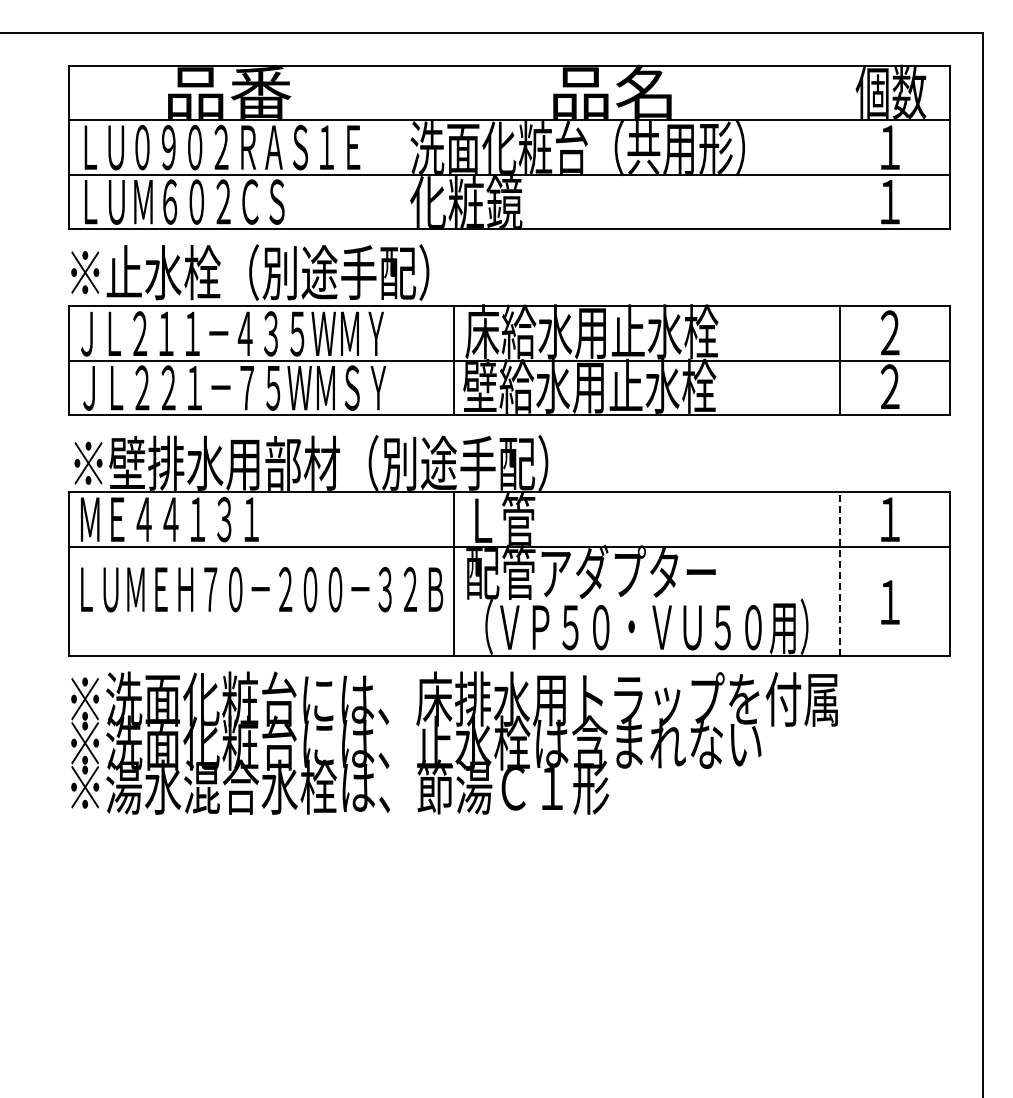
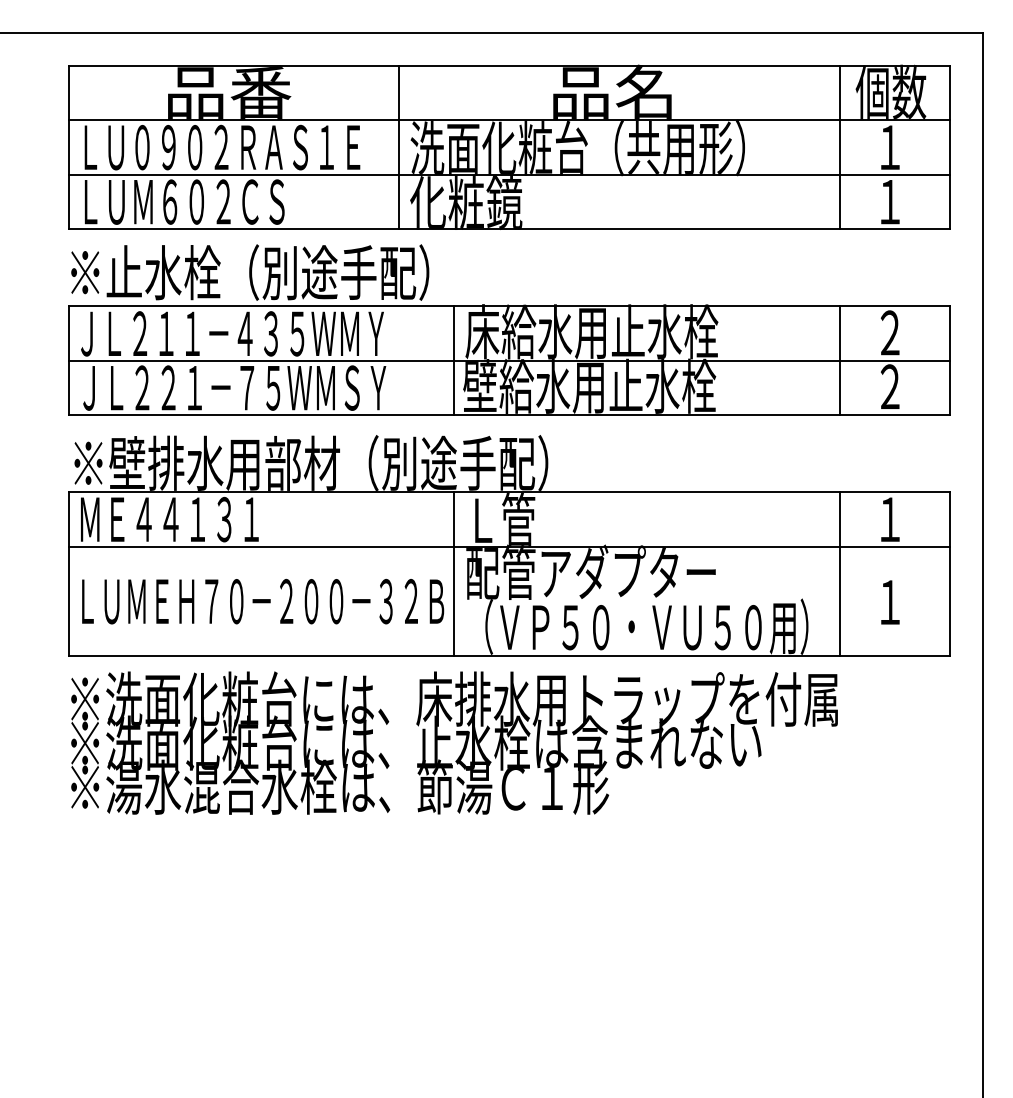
line at (399, 147): none -> present
line at (839, 147): none -> present
line at (839, 574): dashed -> solid
text at (262, 589) position: (262, 589) -> (263, 601)
